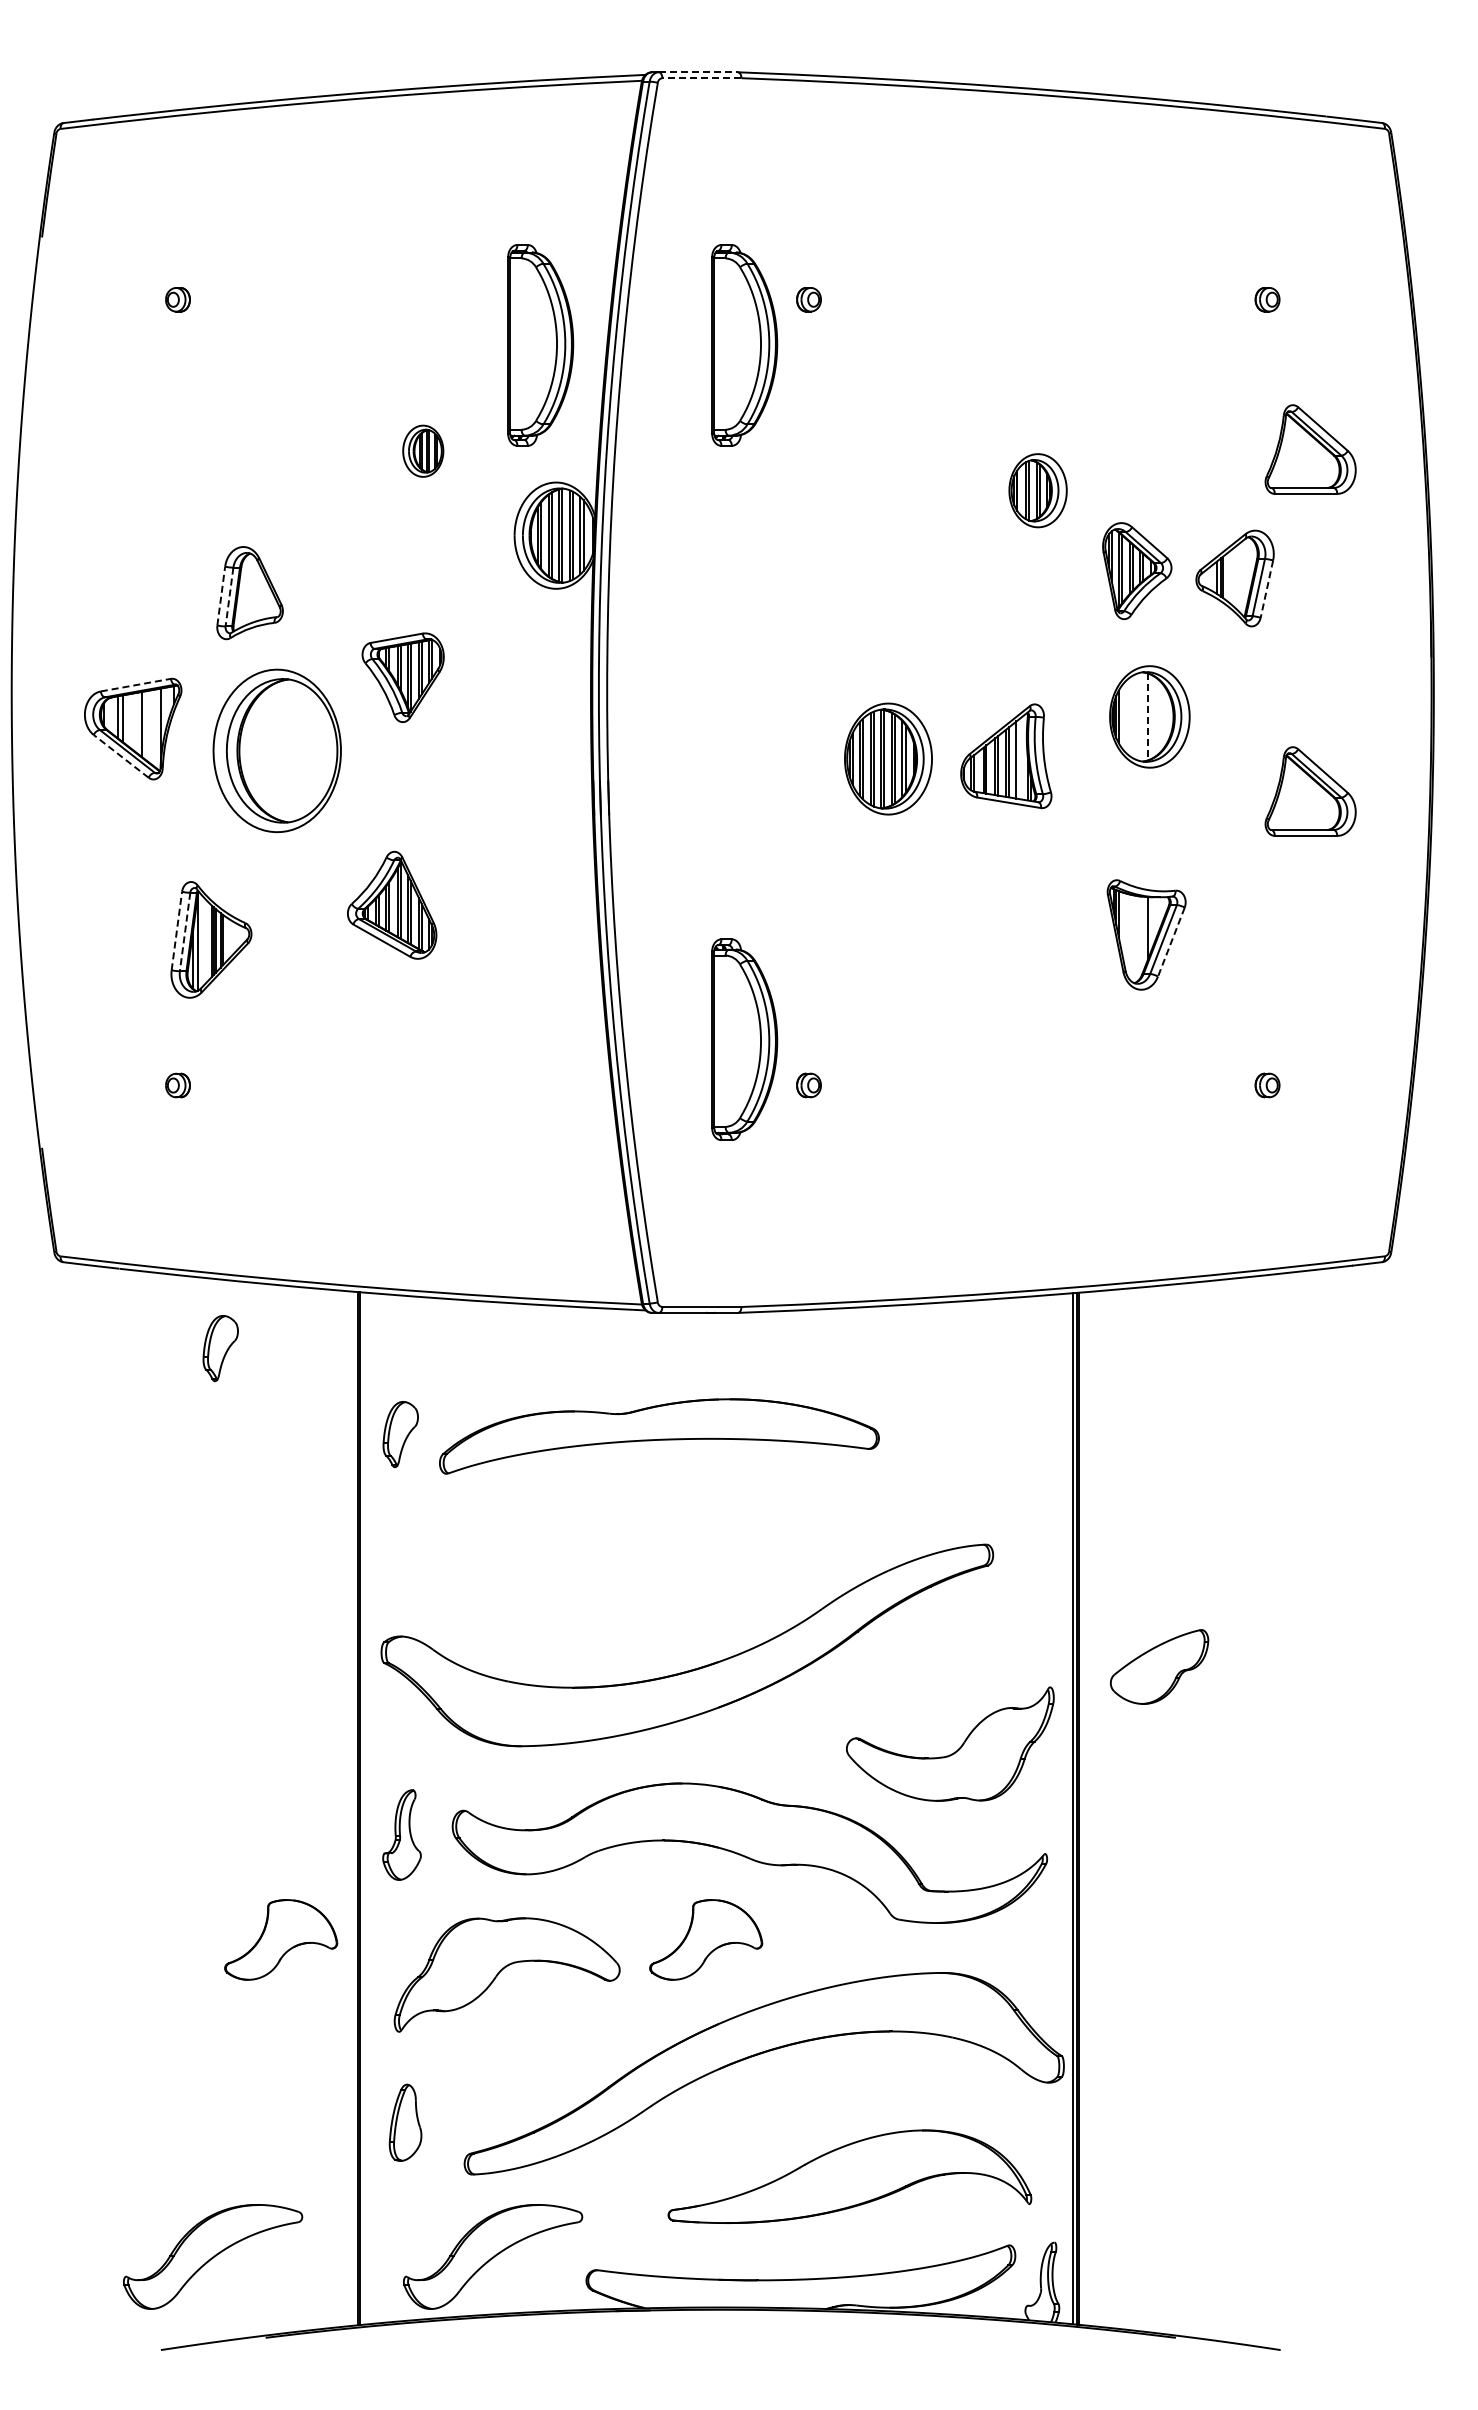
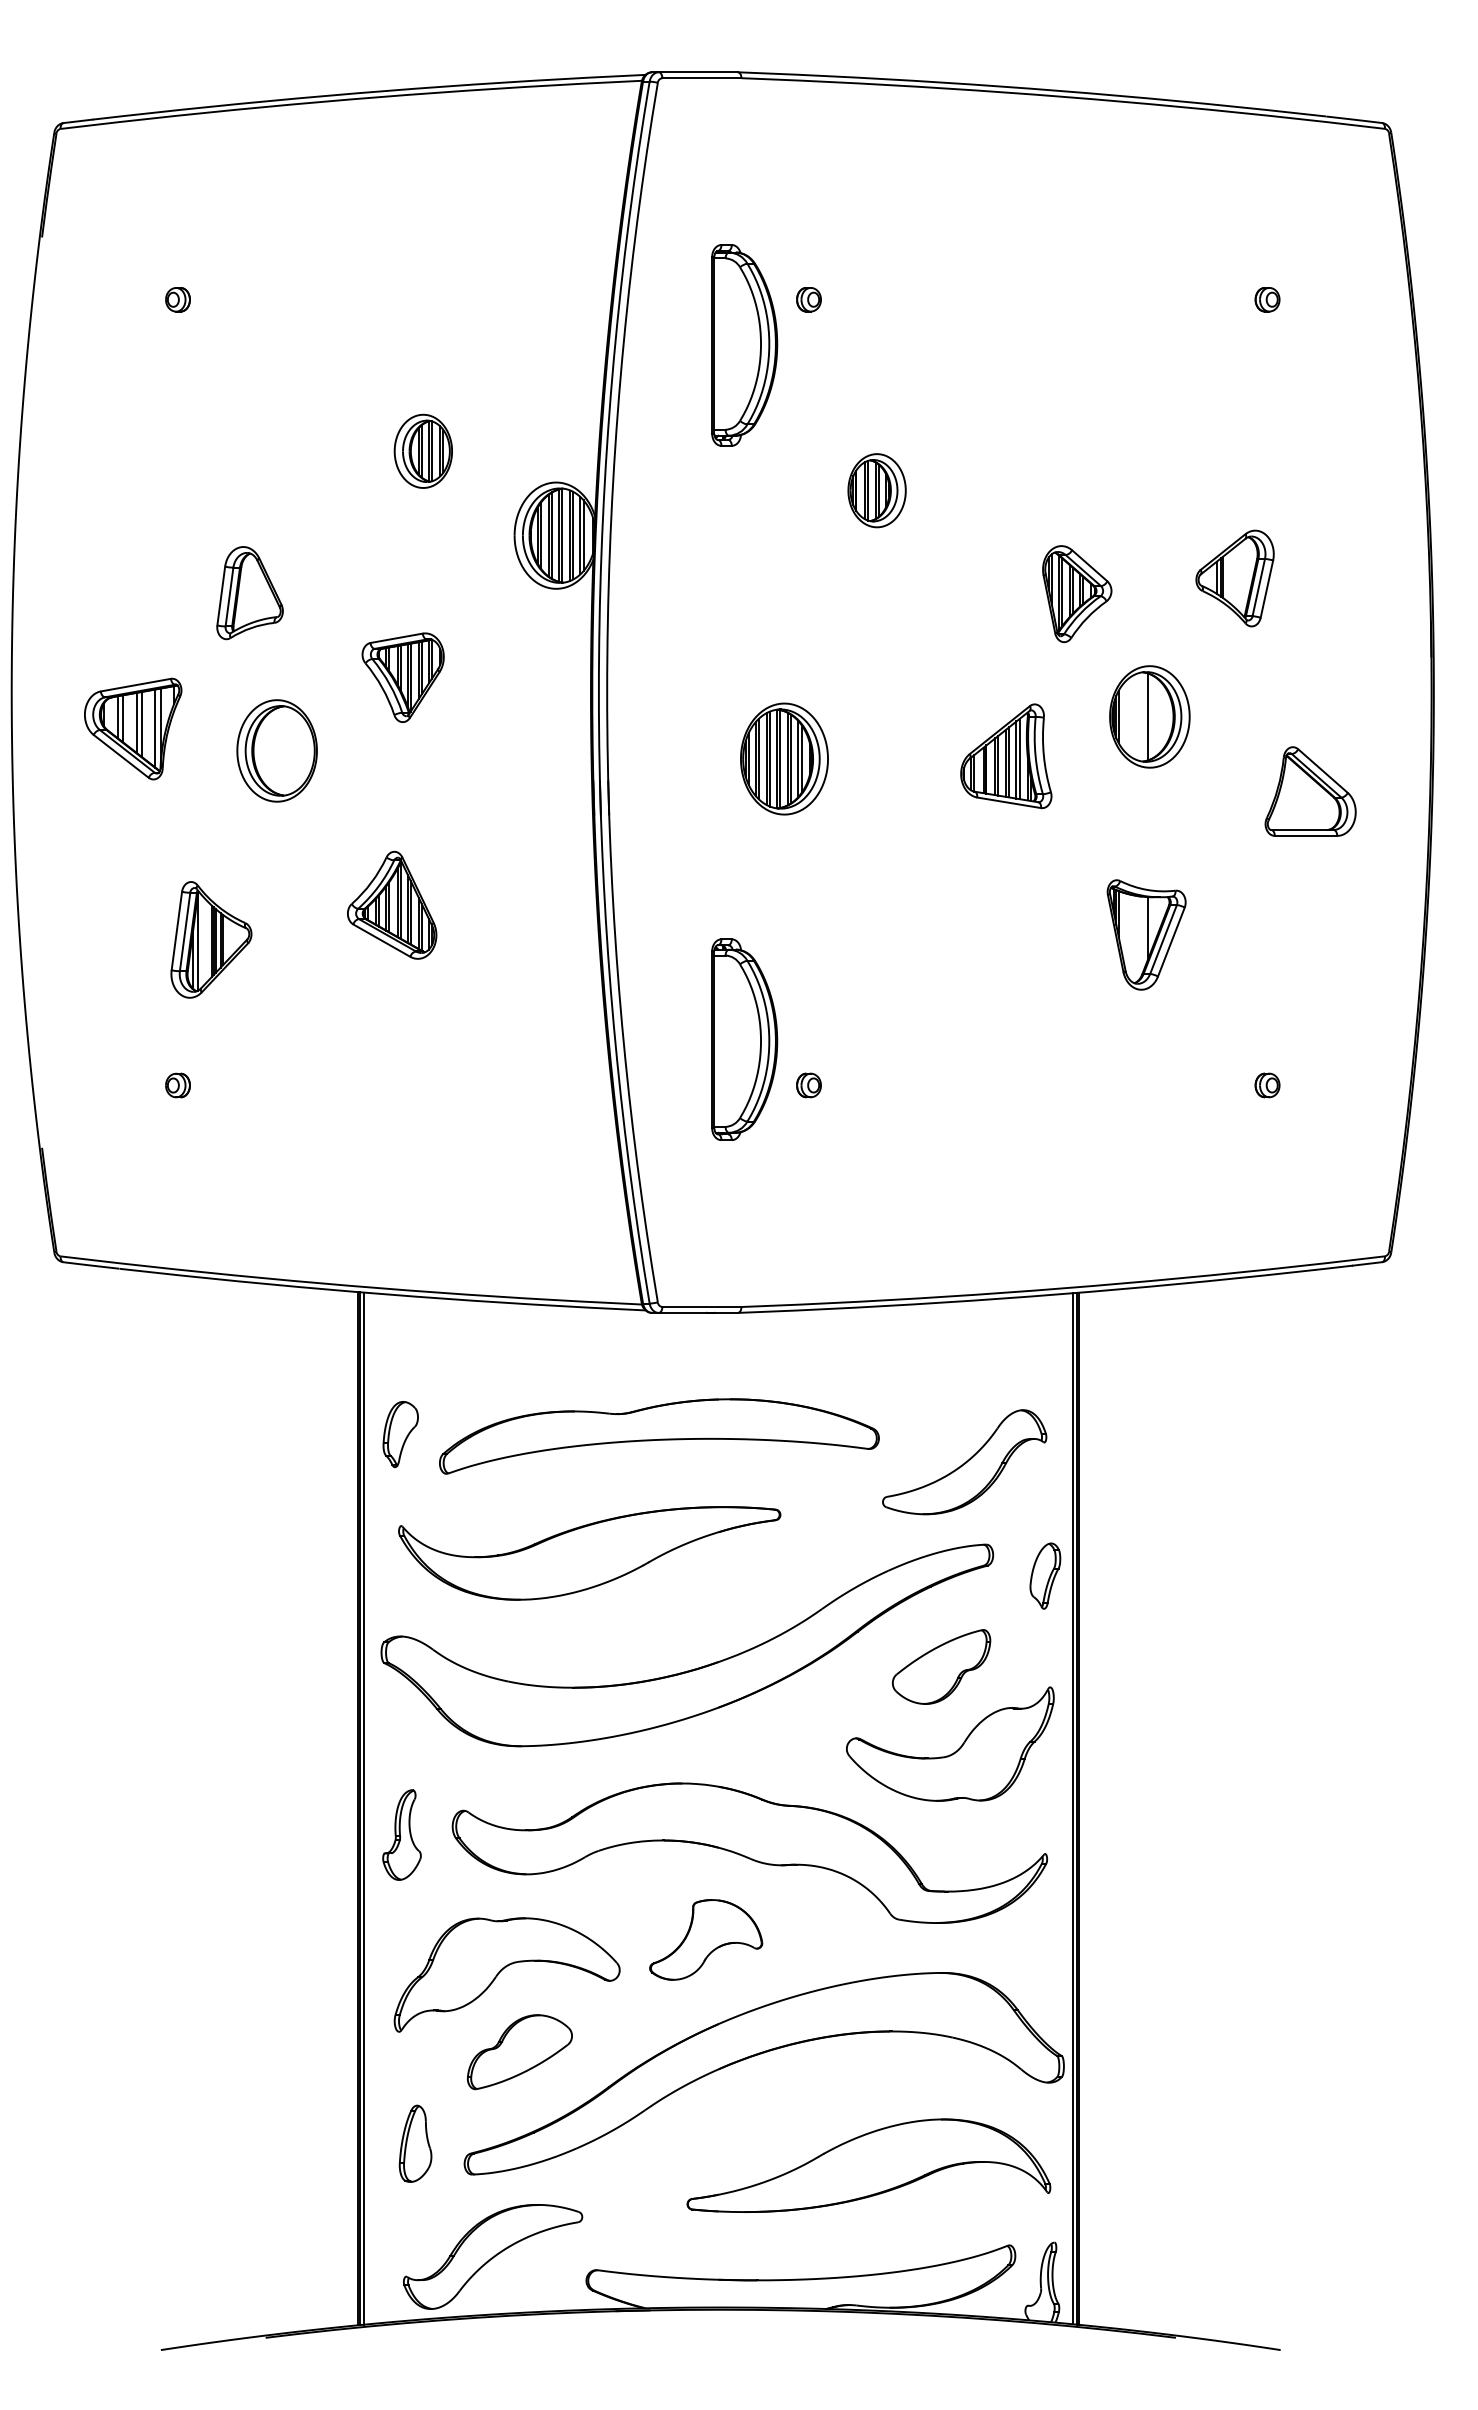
line at (698, 72): dashed -> solid
line at (701, 78): dashed -> solid
part at (540, 345): present -> none
part at (1310, 449): present -> none
part at (423, 450) size: 43x54 px -> 60x76 px
part at (1037, 490) position: (1037, 490) -> (876, 490)
part at (1137, 571) position: (1137, 571) -> (1077, 594)
line at (1266, 589): dashed -> solid
line at (221, 596): dashed -> solid
line at (229, 597): dashed -> solid
line at (135, 685): dashed -> solid
line at (1147, 716): dashed -> solid
line at (136, 722): none -> present
line at (155, 728): none -> present
part at (276, 750) size: 130x166 px -> 82x104 px
line at (121, 756): dashed -> solid
part at (888, 758) position: (888, 758) -> (784, 758)
line at (1019, 759): none -> present
line at (176, 931): dashed -> solid
line at (185, 932): dashed -> solid
line at (1171, 942): dashed -> solid
part at (220, 1348): present -> none
part at (964, 1462): none -> present
part at (589, 1553): none -> present
part at (1045, 1575): none -> present
part at (1159, 1666) position: (1159, 1666) -> (941, 1666)
line at (363, 1808): none -> present
part at (281, 1939): present -> none
part at (519, 2052): none -> present
part at (405, 2122) position: (405, 2122) -> (415, 2143)
part at (849, 2176) position: (849, 2176) -> (868, 2165)
part at (213, 2256): present -> none
